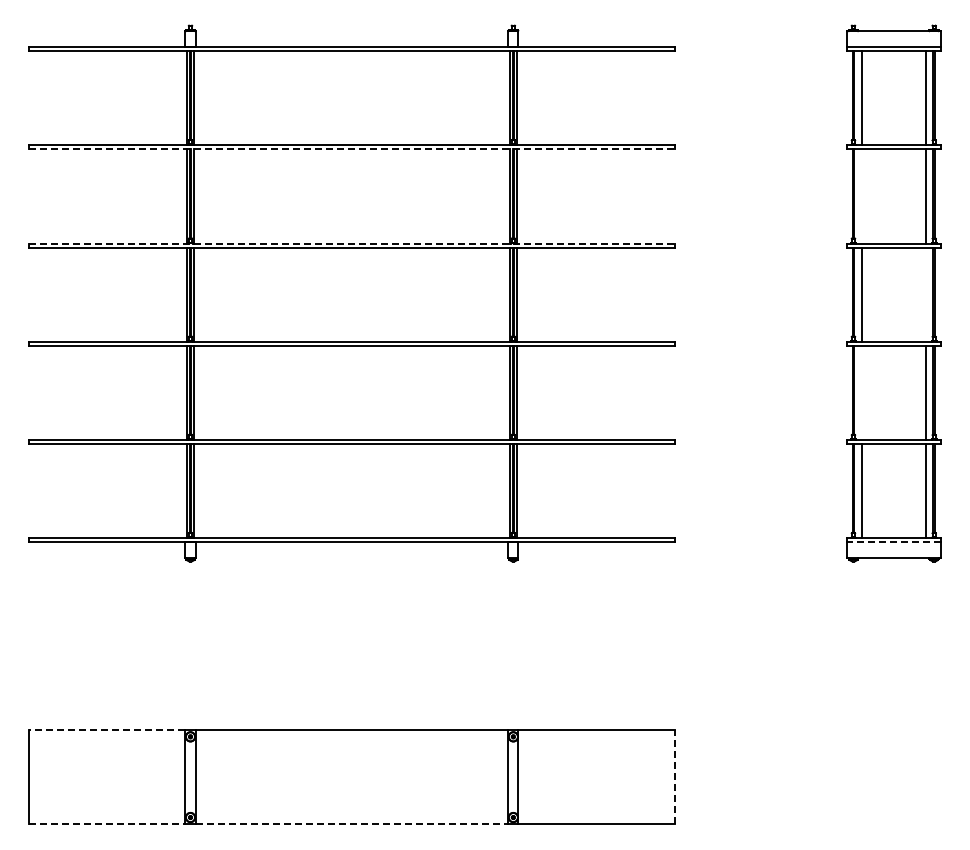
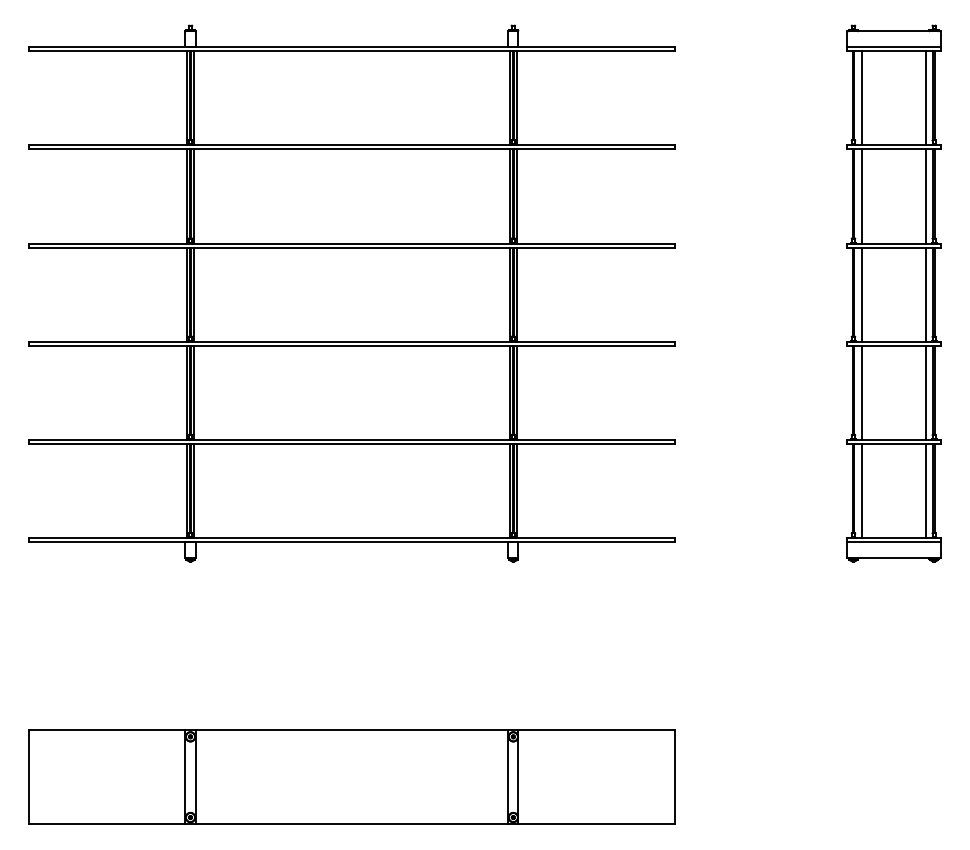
line at (351, 149): dashed -> solid
line at (861, 196): none -> present
line at (351, 243): dashed -> solid
line at (926, 294): none -> present
line at (861, 392): none -> present
line at (893, 542): dashed -> solid
line at (106, 730): dashed -> solid
line at (674, 776): dashed -> solid
line at (107, 824): dashed -> solid
line at (352, 824): dashed -> solid
